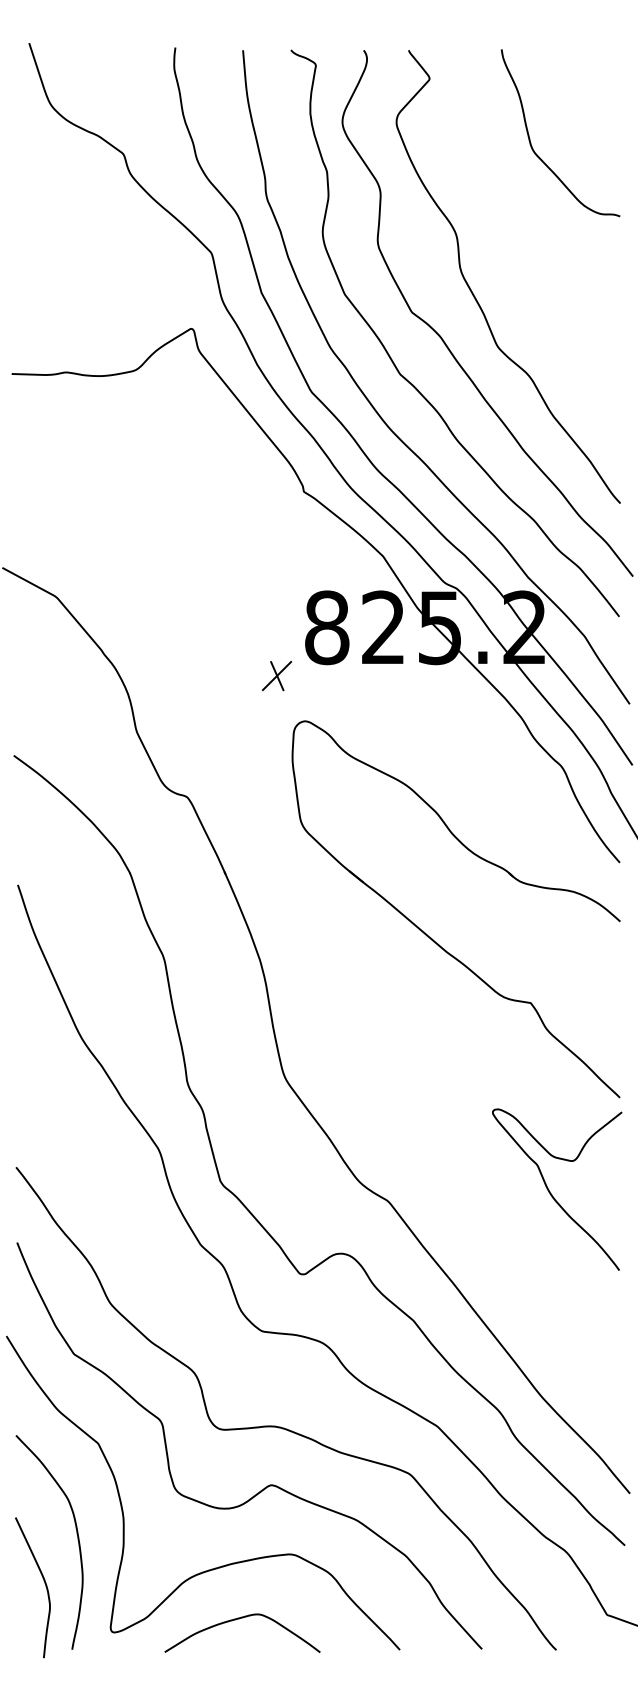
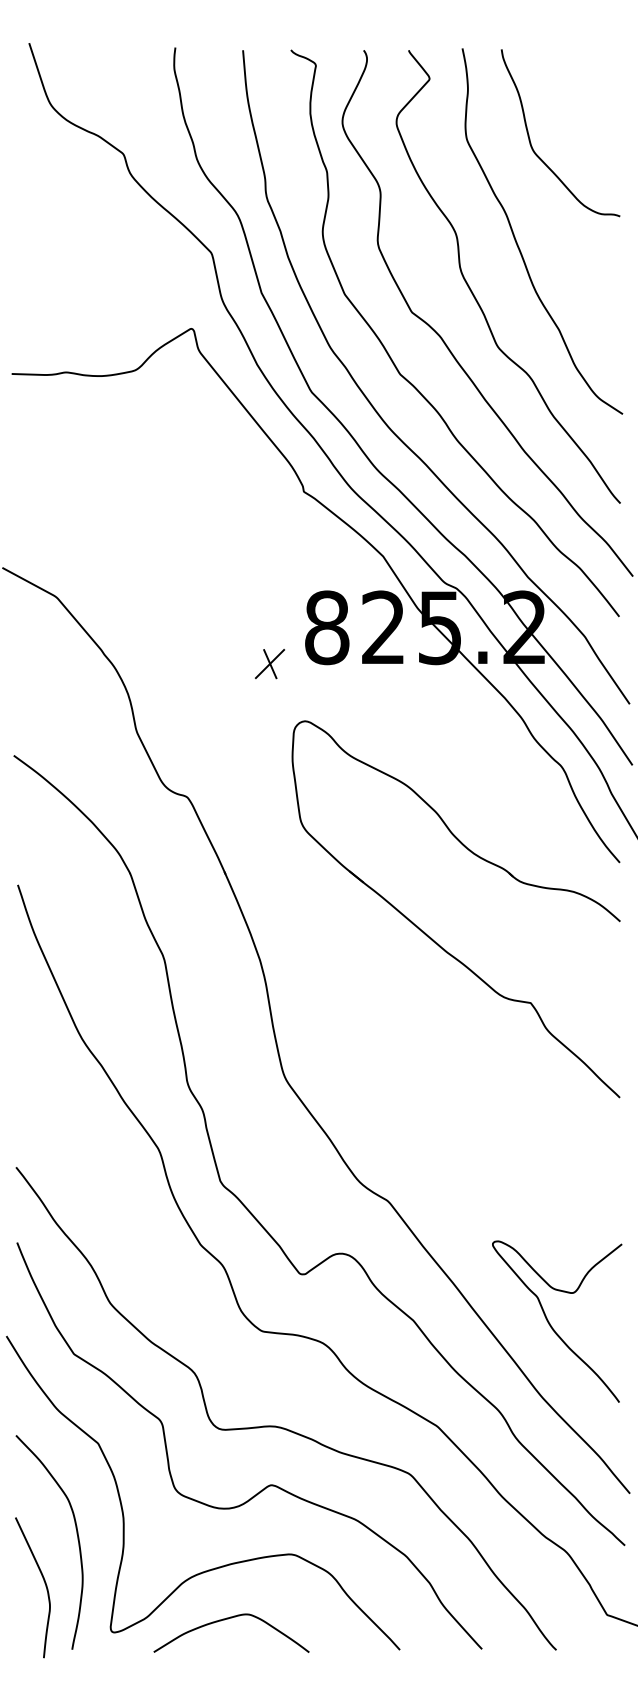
curve at (516, 239): none -> present
part at (276, 676) position: (276, 676) -> (269, 664)
curve at (552, 1194) position: (552, 1194) -> (552, 1326)
curve at (239, 1619) position: (239, 1619) -> (228, 1619)
